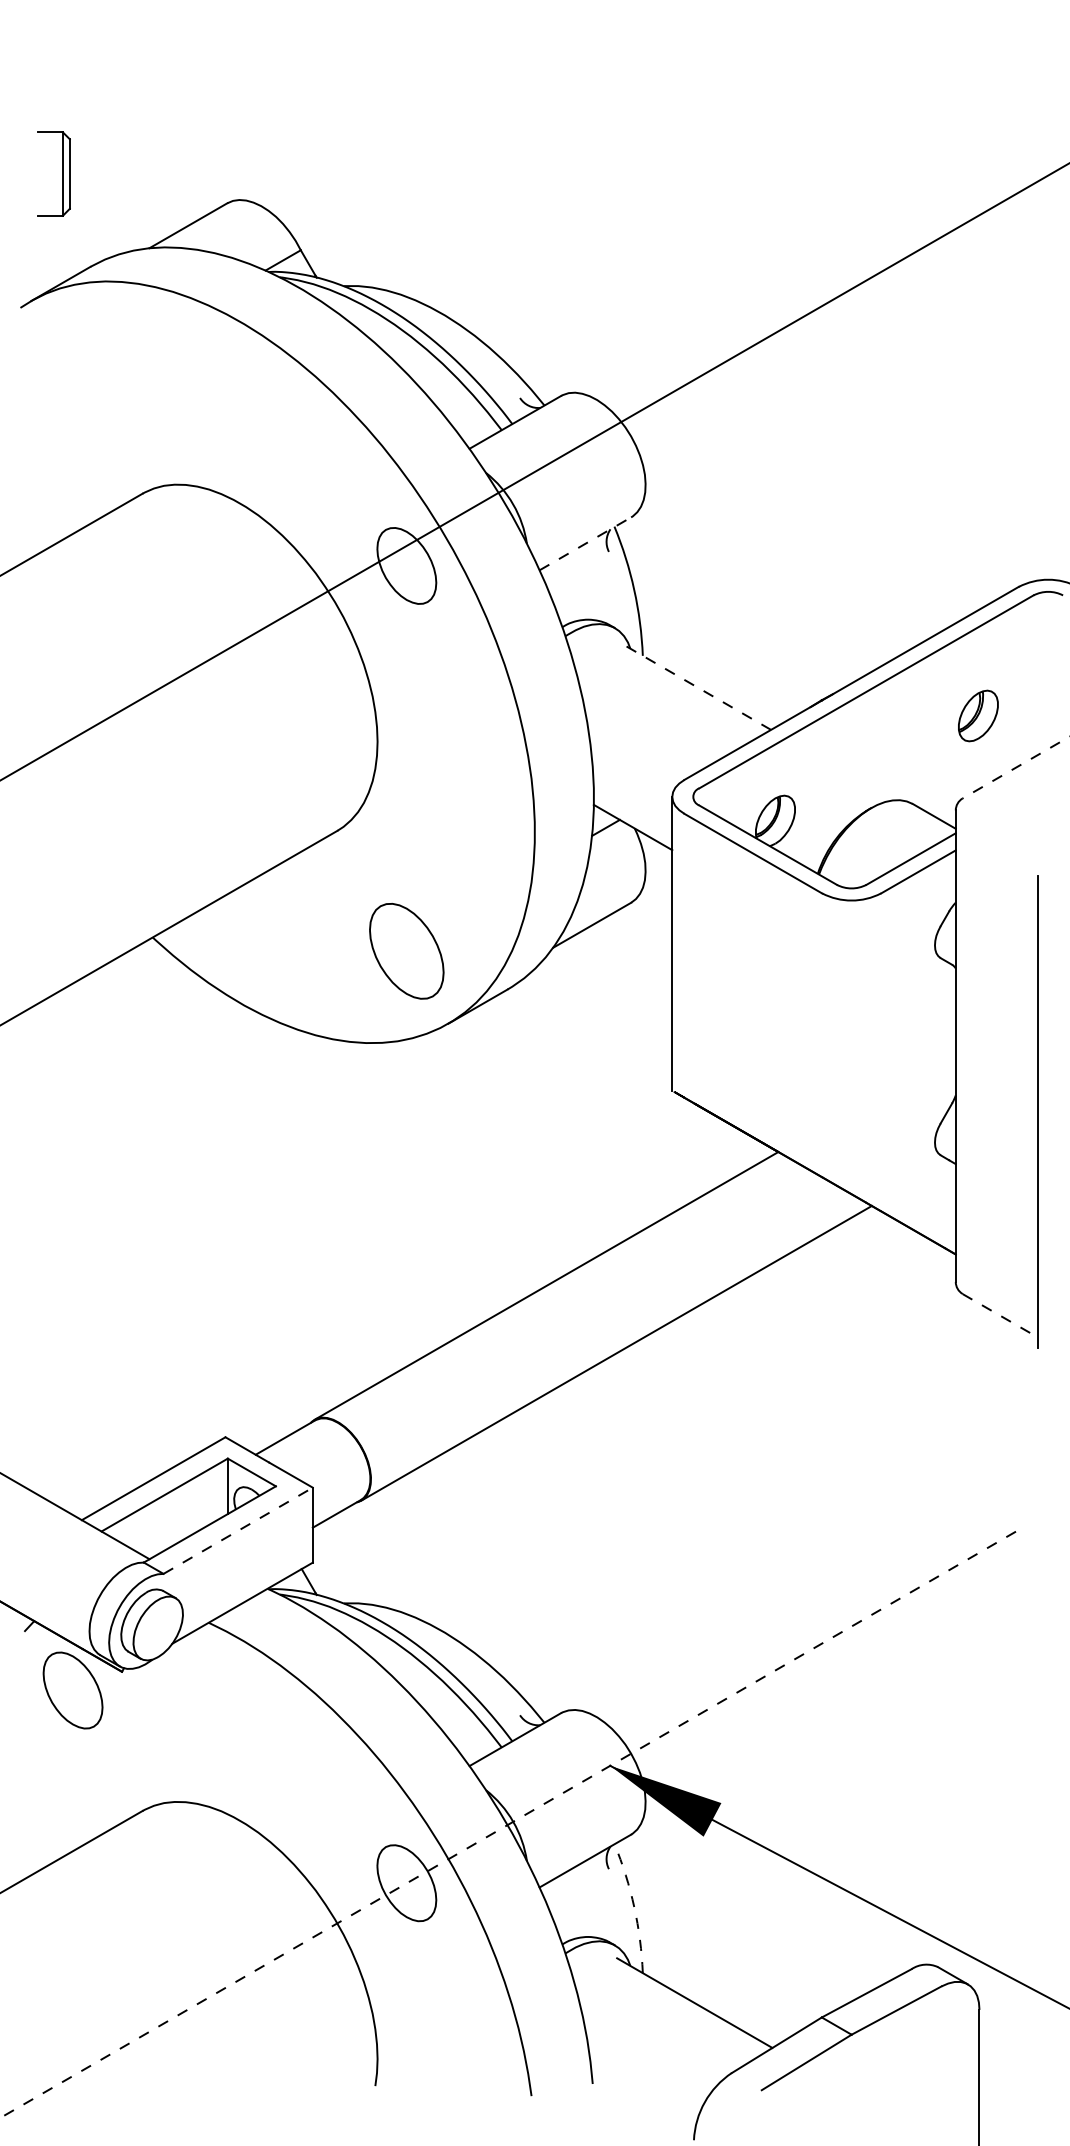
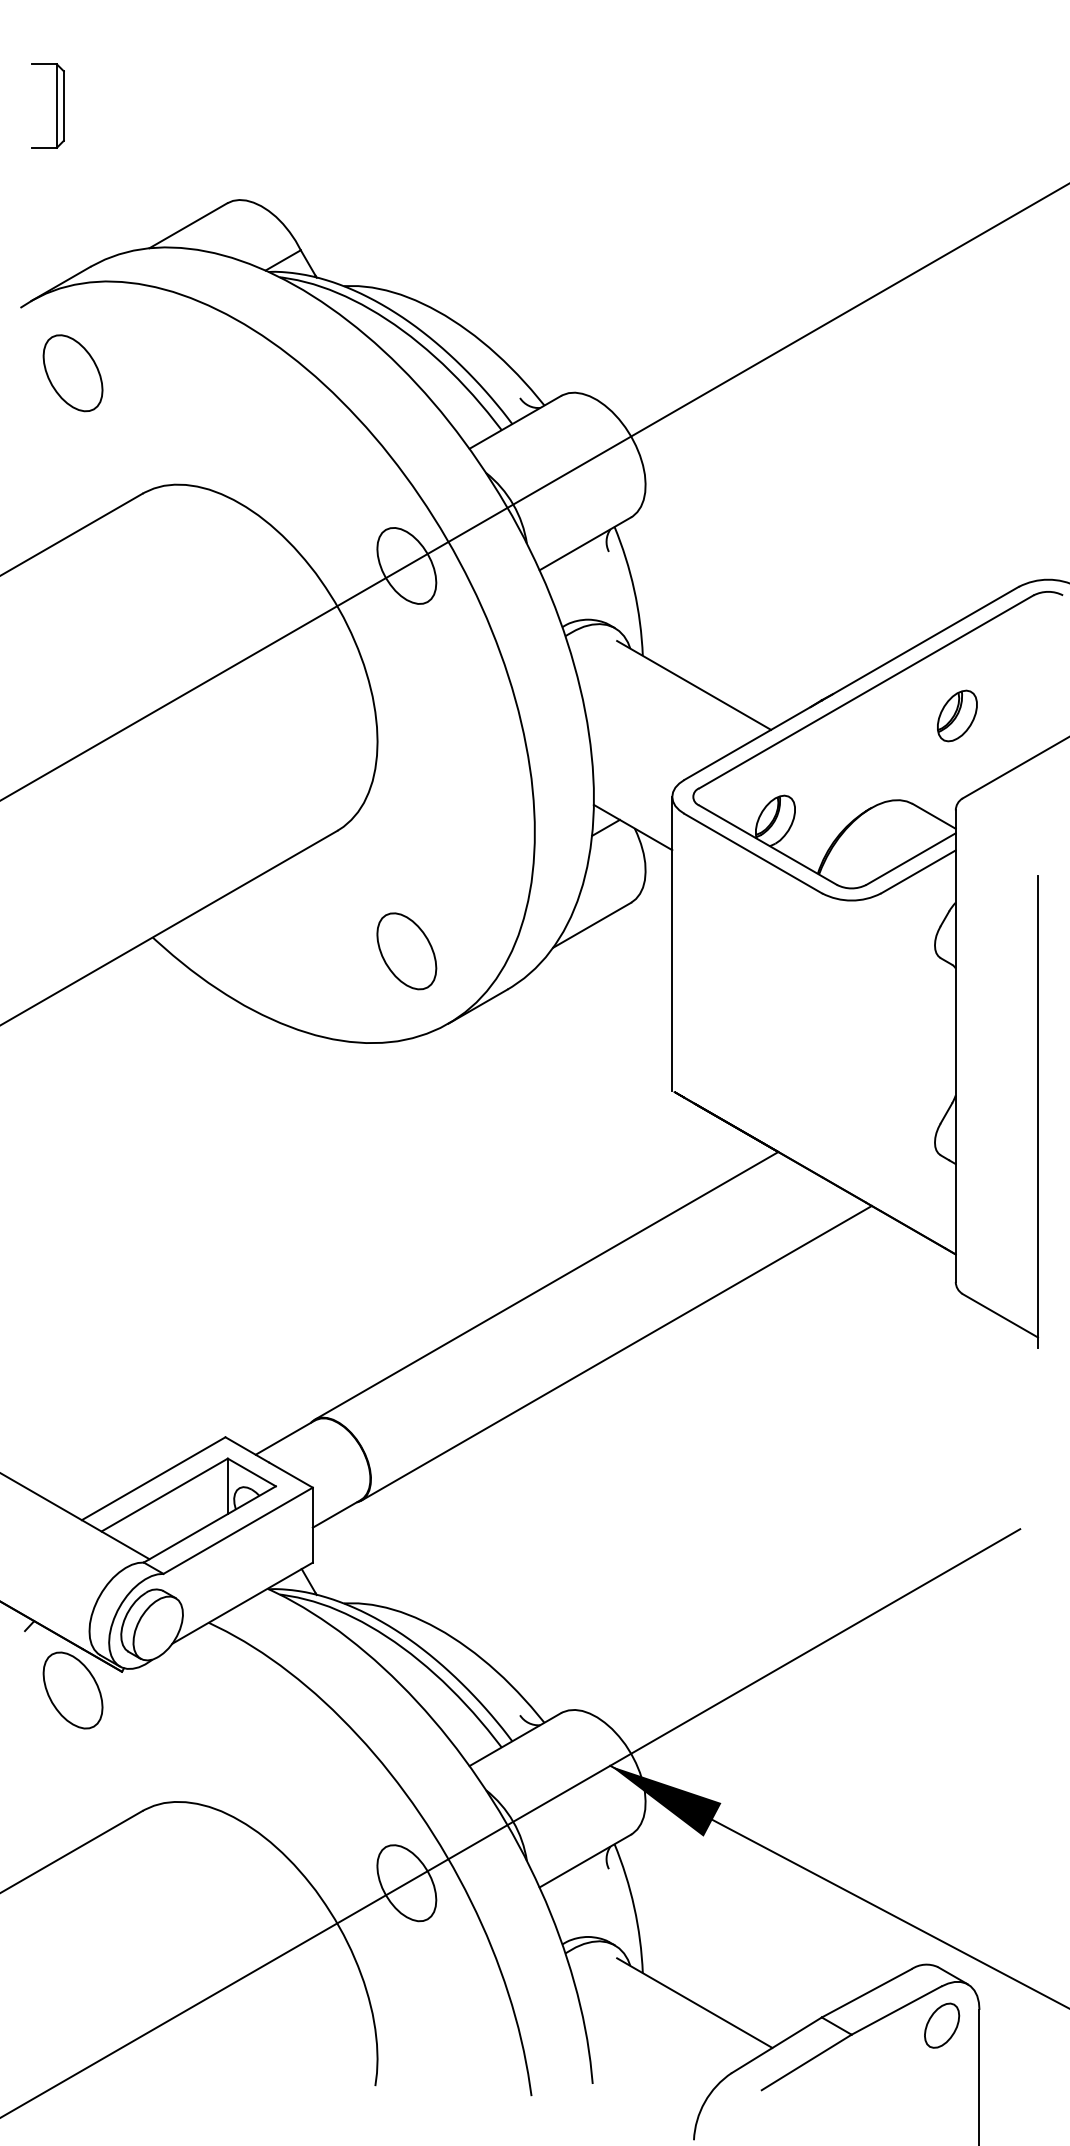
part at (62, 173) position: (62, 173) -> (56, 105)
part at (72, 373): none -> present
line at (534, 471) position: (534, 471) -> (534, 492)
line at (585, 543): dashed -> solid
line at (694, 685): dashed -> solid
part at (978, 715) position: (978, 715) -> (957, 715)
line at (1015, 767): dashed -> solid
part at (406, 951) size: 76x97 px -> 62x79 px
line at (1000, 1316): dashed -> solid
line at (238, 1530): dashed -> solid
line at (510, 1823): dashed -> solid
arc at (634, 1907): dashed -> solid
part at (942, 2025): none -> present
